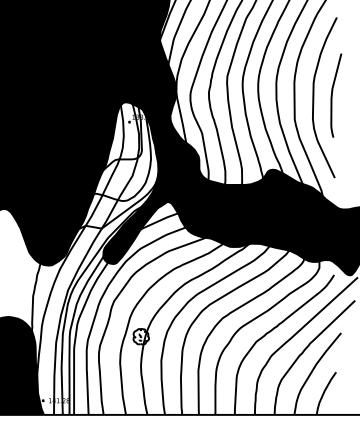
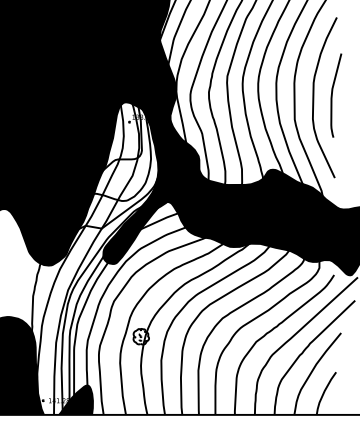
fill at (75, 399): none -> present
